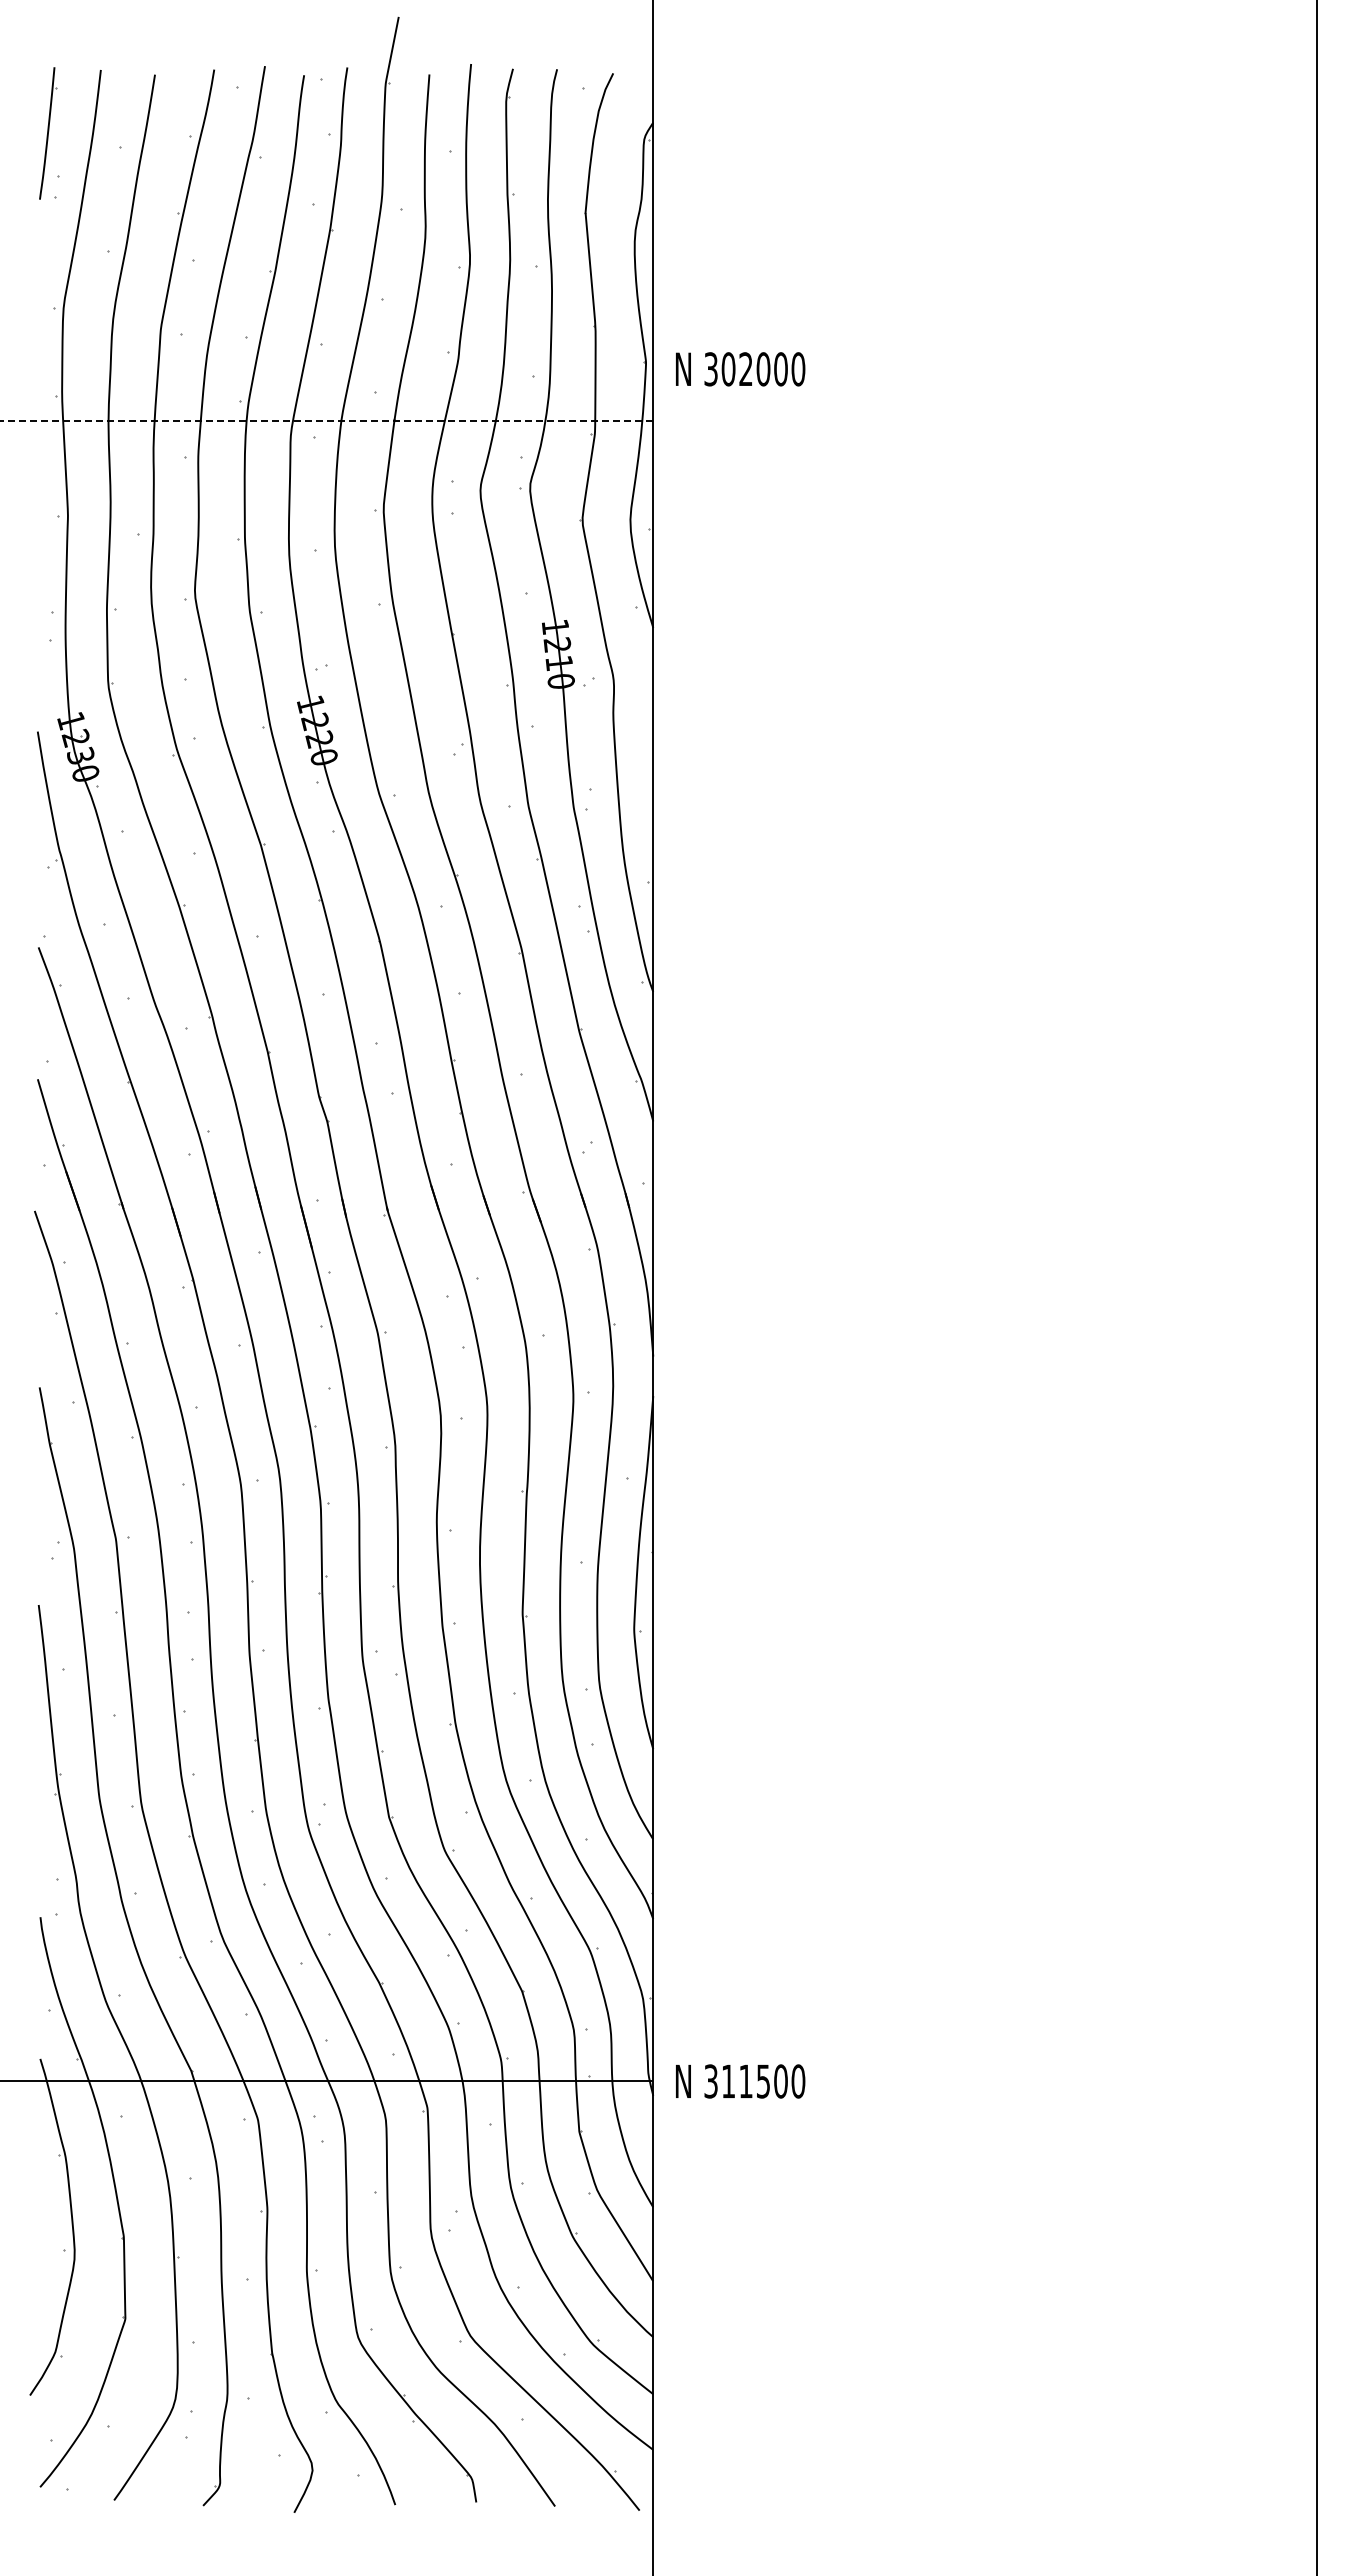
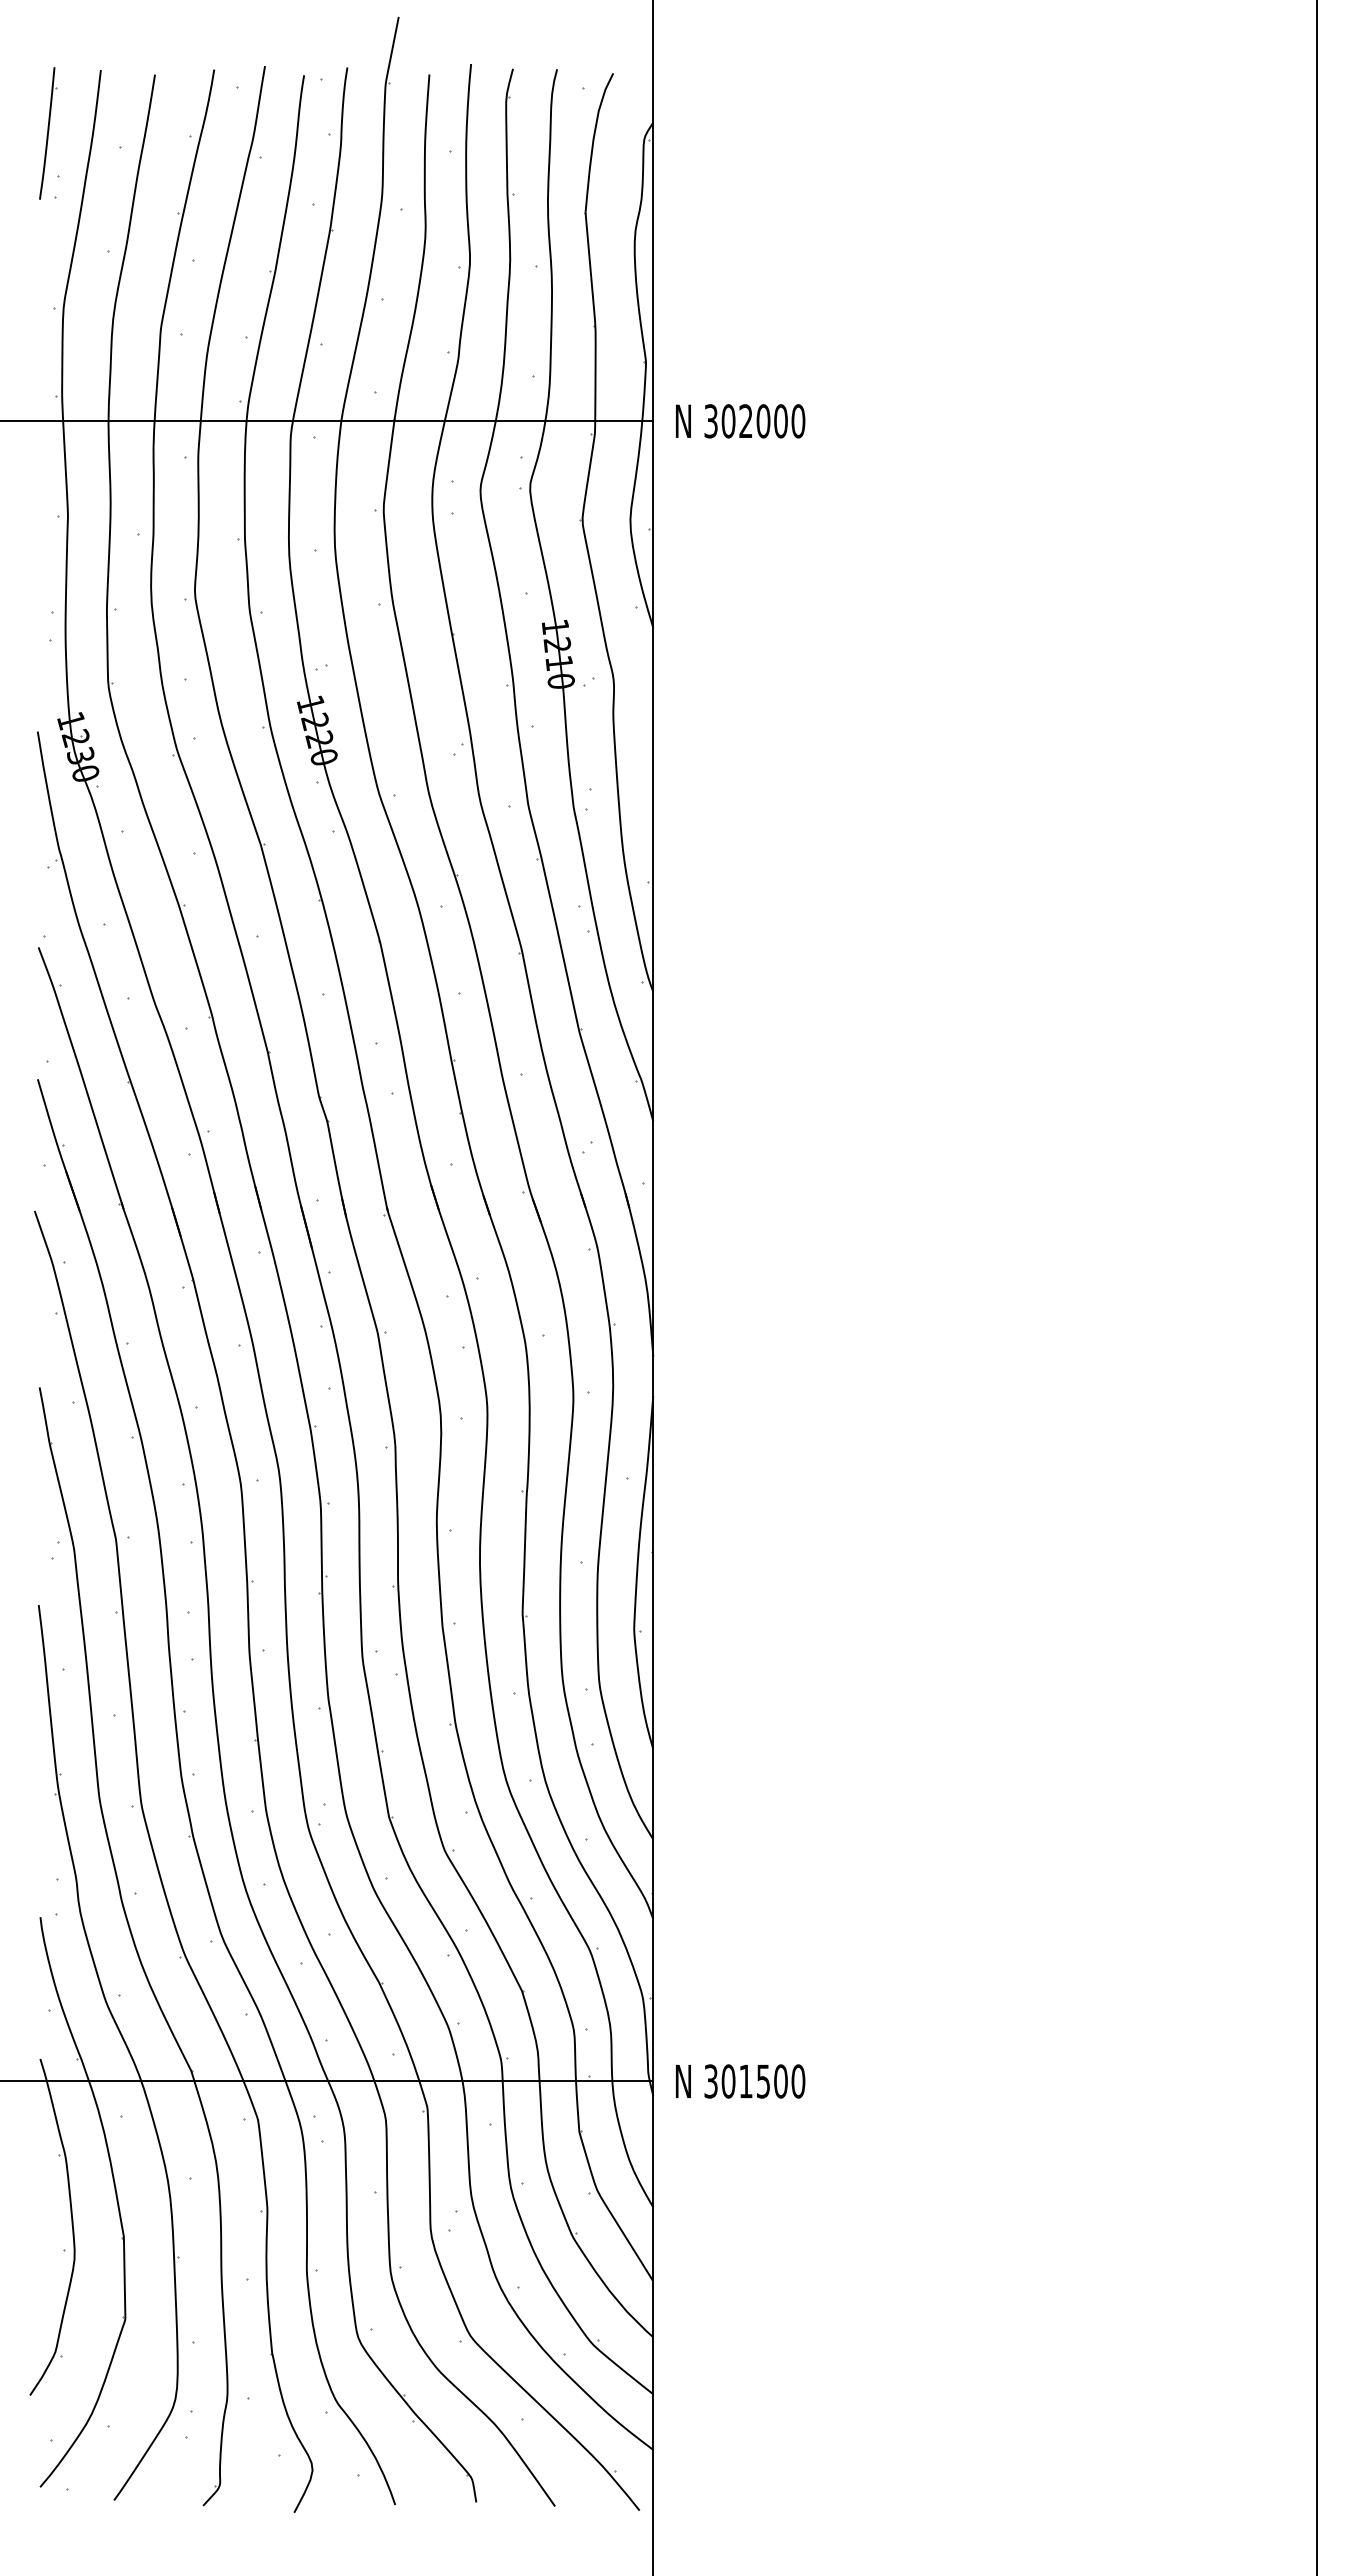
text at (740, 369) position: (740, 369) -> (740, 421)
line at (326, 421): dashed -> solid
text at (728, 2081): 311500 -> 301500
